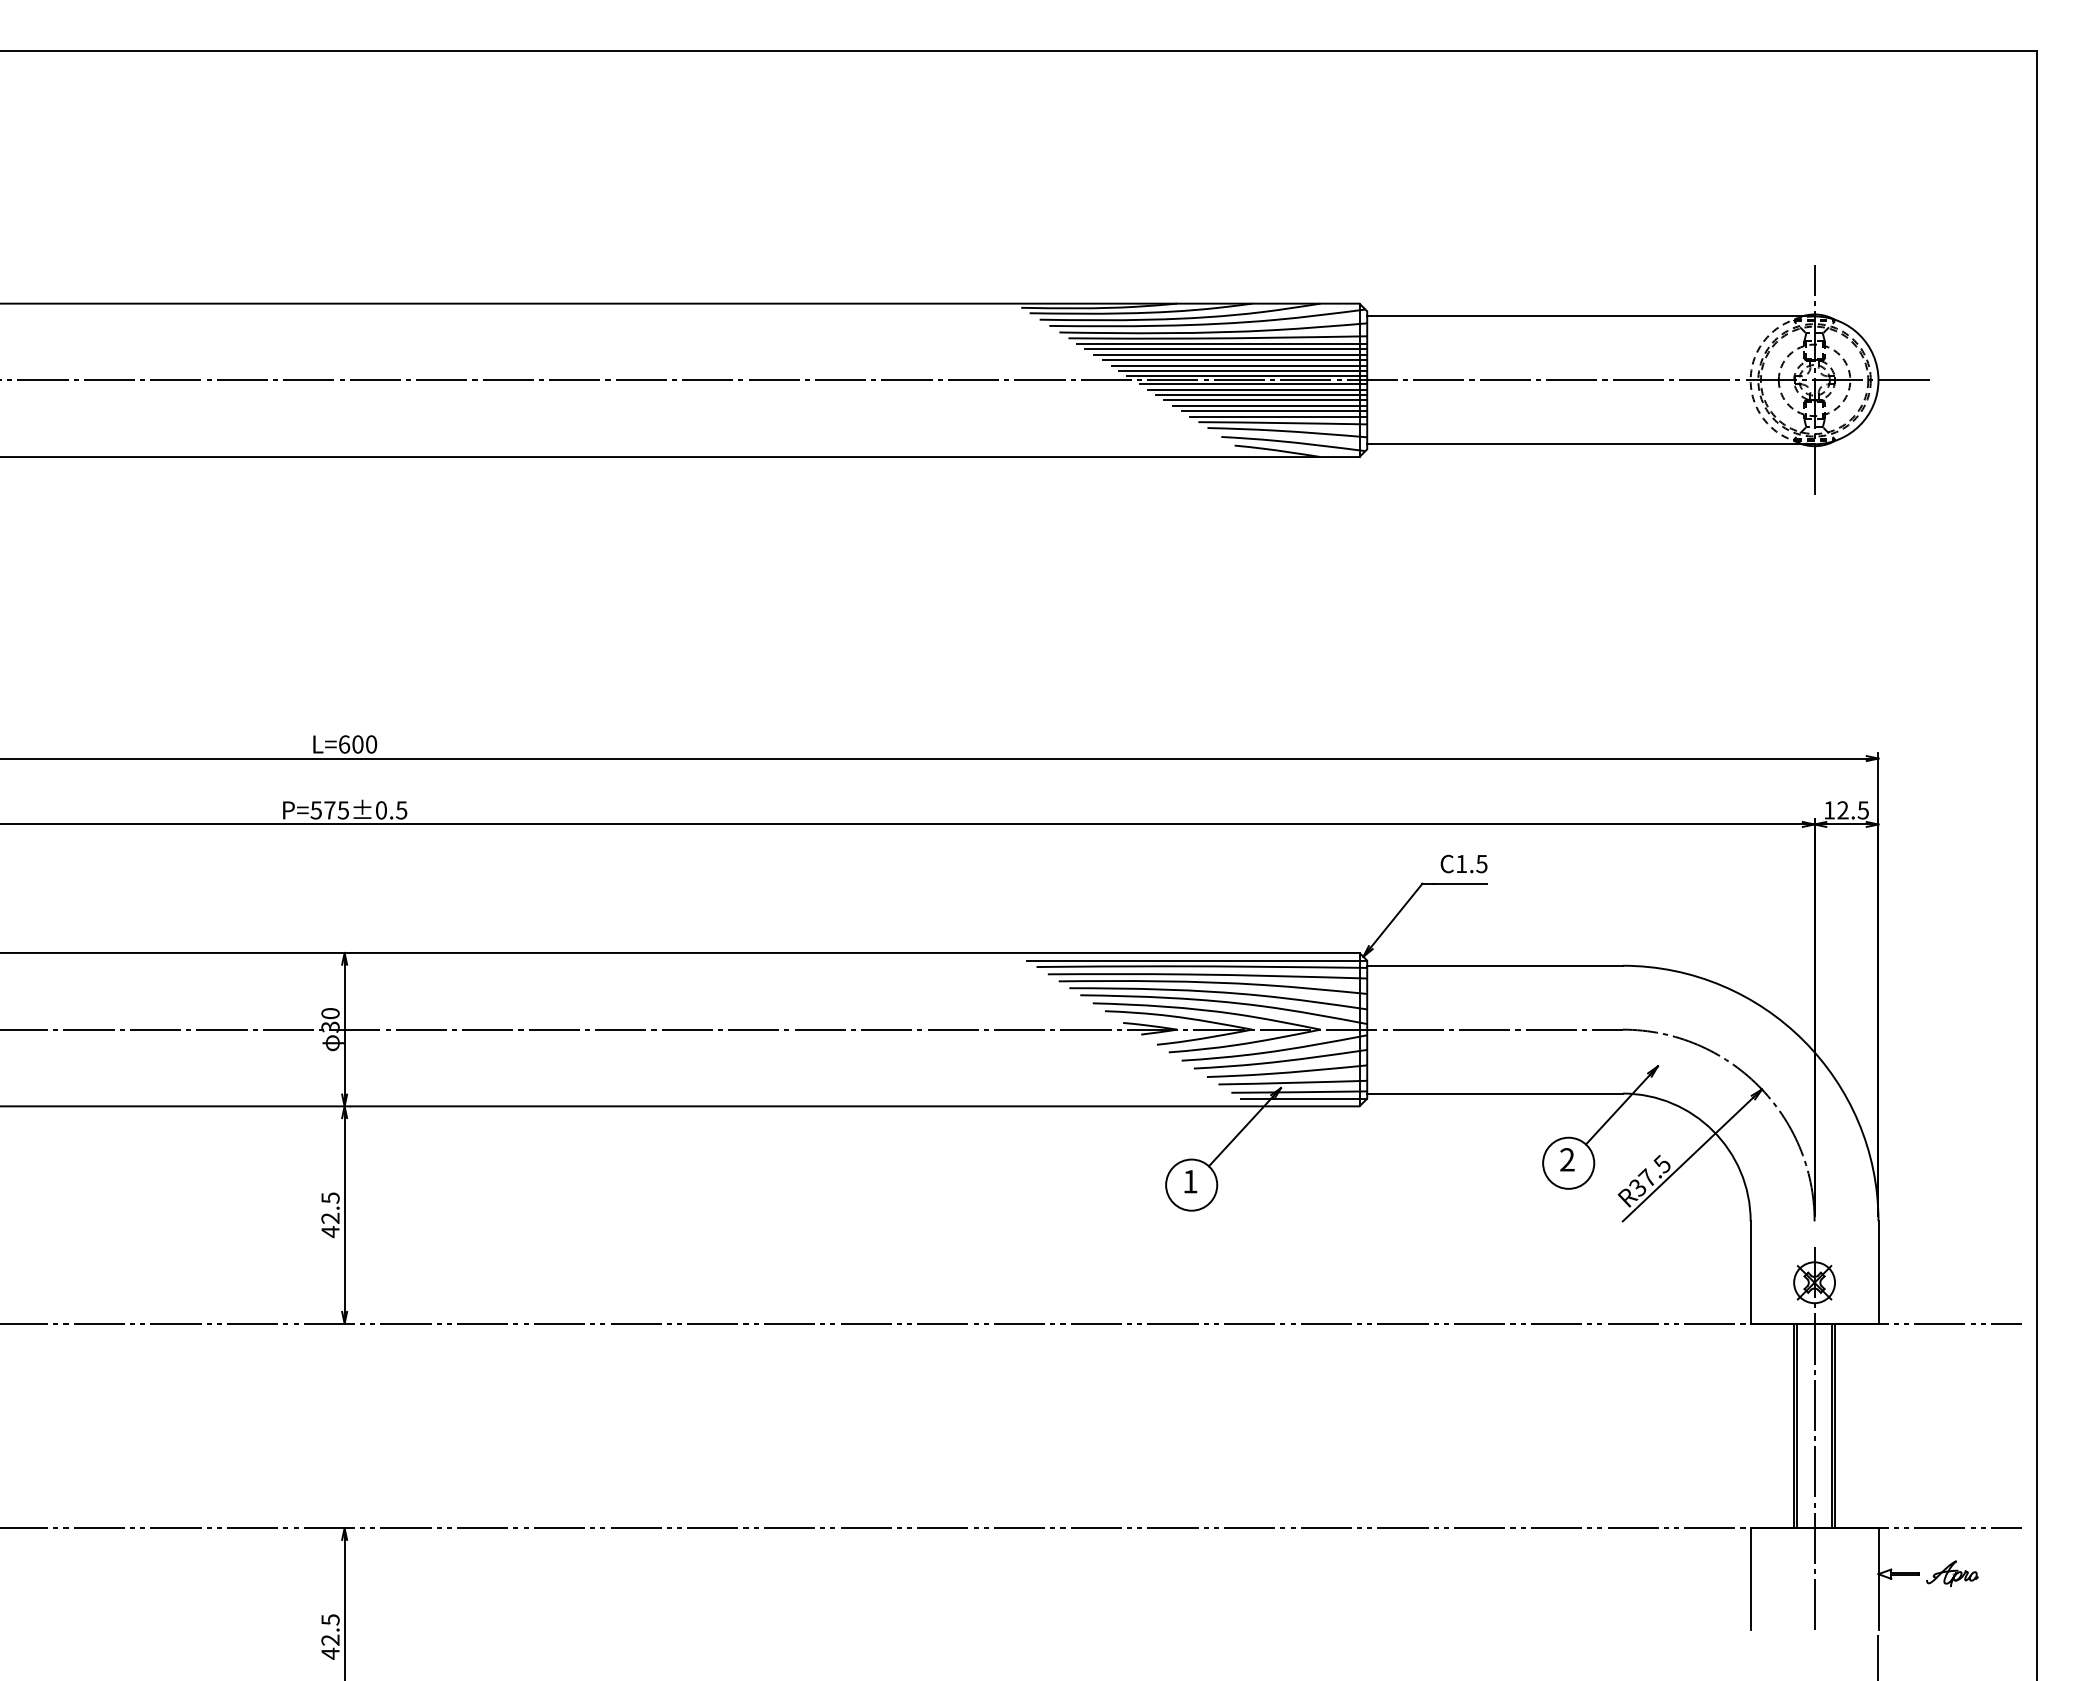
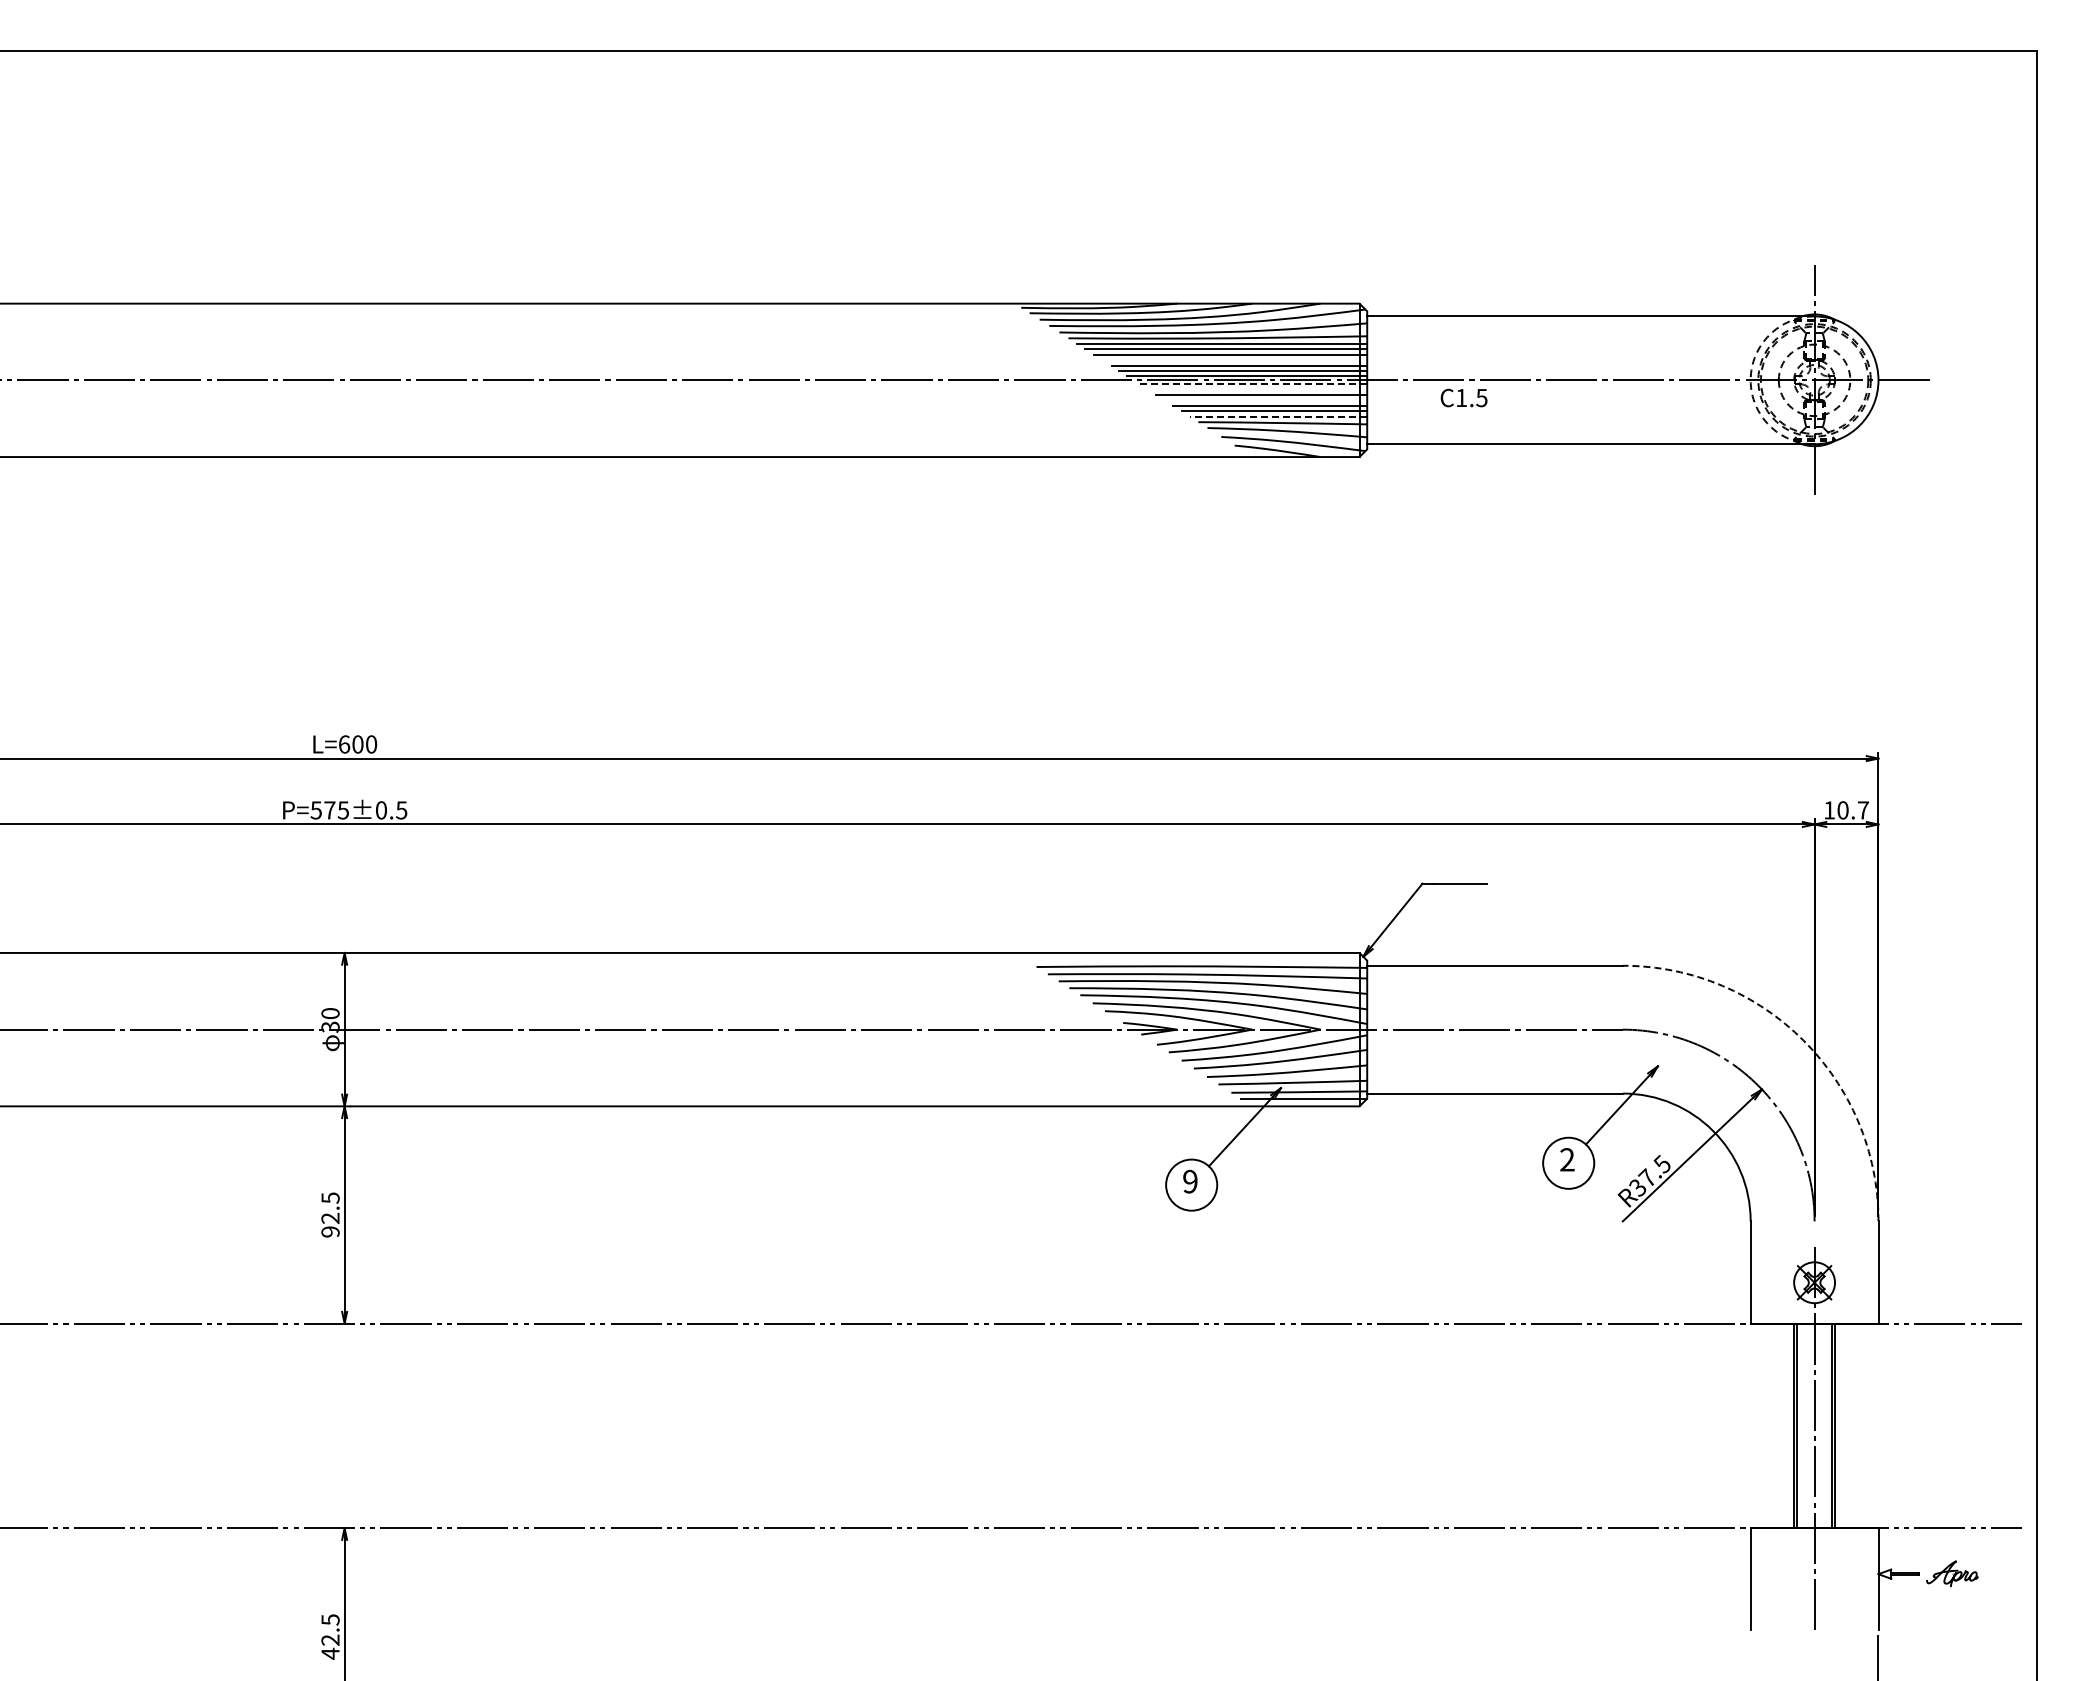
line at (1234, 360): present -> none
line at (1253, 384): solid -> dashed
line at (1257, 389): present -> none
line at (1265, 400): present -> none
line at (1278, 417): solid -> dashed
text at (1852, 810): 12.5 -> 10.7
text at (1463, 863) position: (1463, 863) -> (1463, 397)
line at (1196, 960): present -> none
arc at (1803, 1040): solid -> dashed
text at (1190, 1181): 1 -> 9
text at (330, 1232): 42.5 -> 92.5
